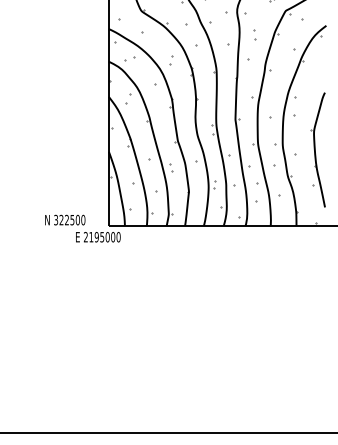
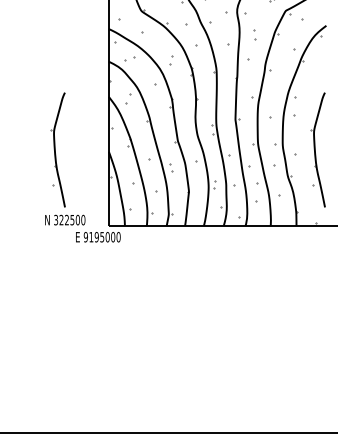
part at (57, 149): none -> present
text at (85, 237): 2195000 -> 9195000
